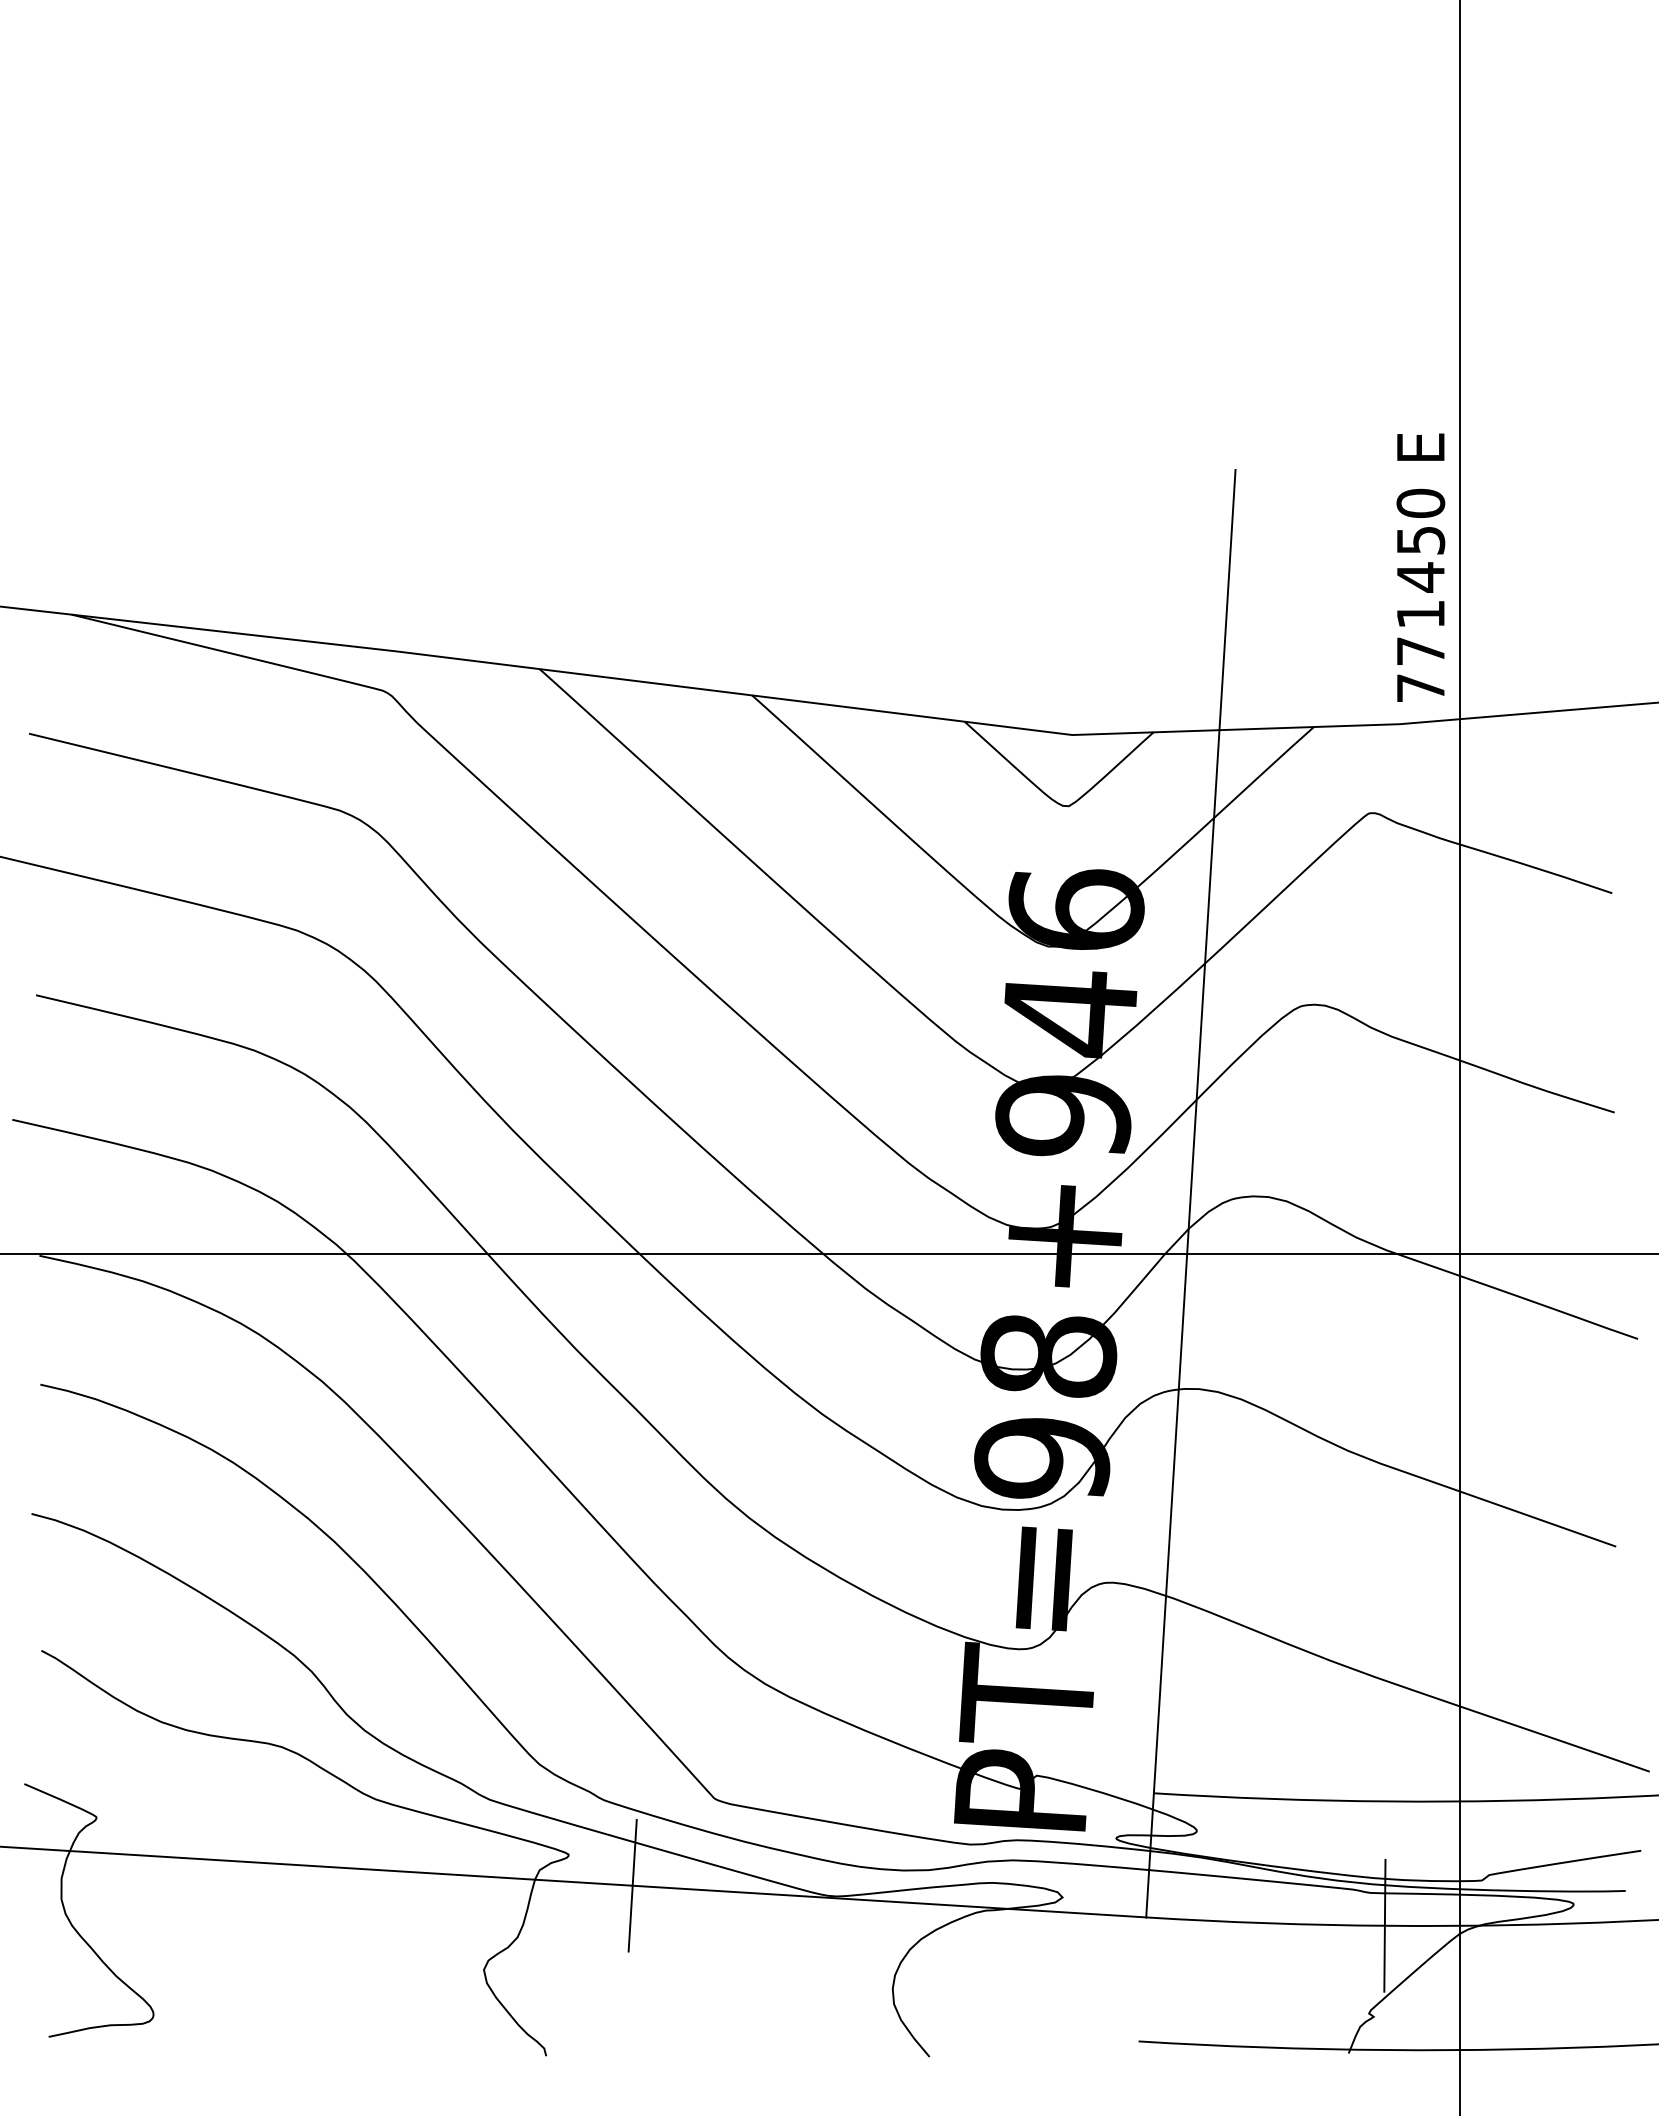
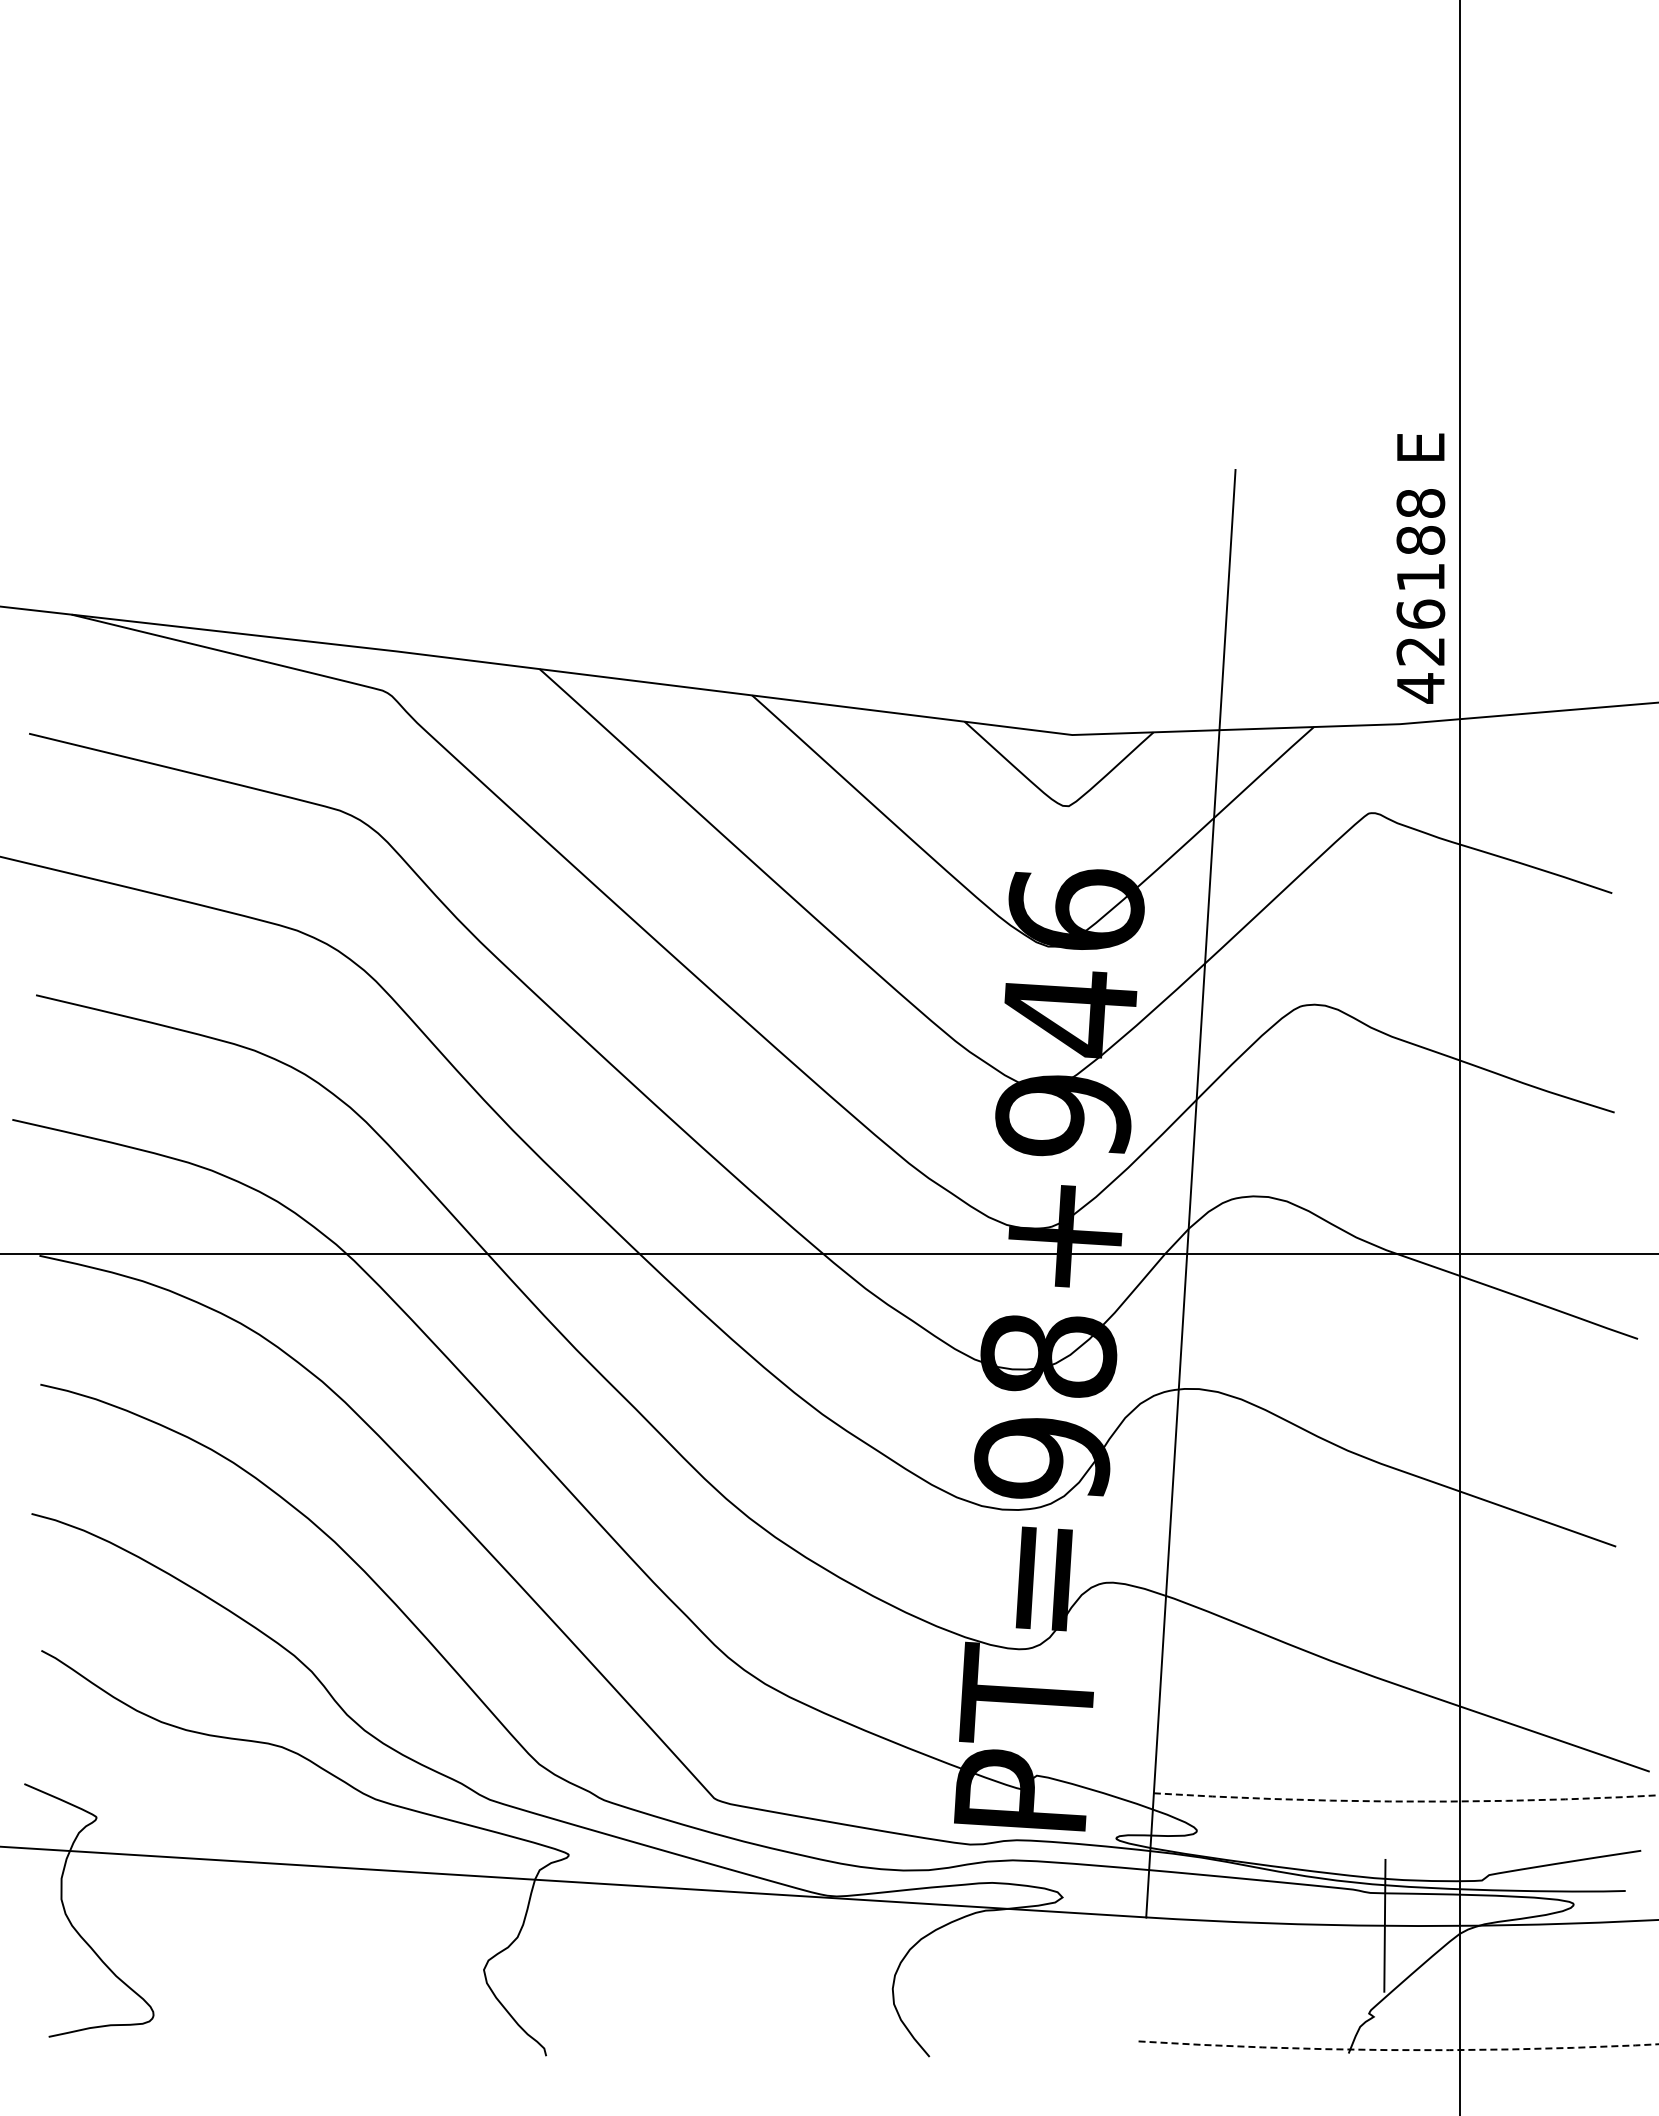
text at (1420, 595): 771450 -> 426188
arc at (1407, 1801): solid -> dashed
line at (632, 1885): present -> none
arc at (1398, 2050): solid -> dashed
